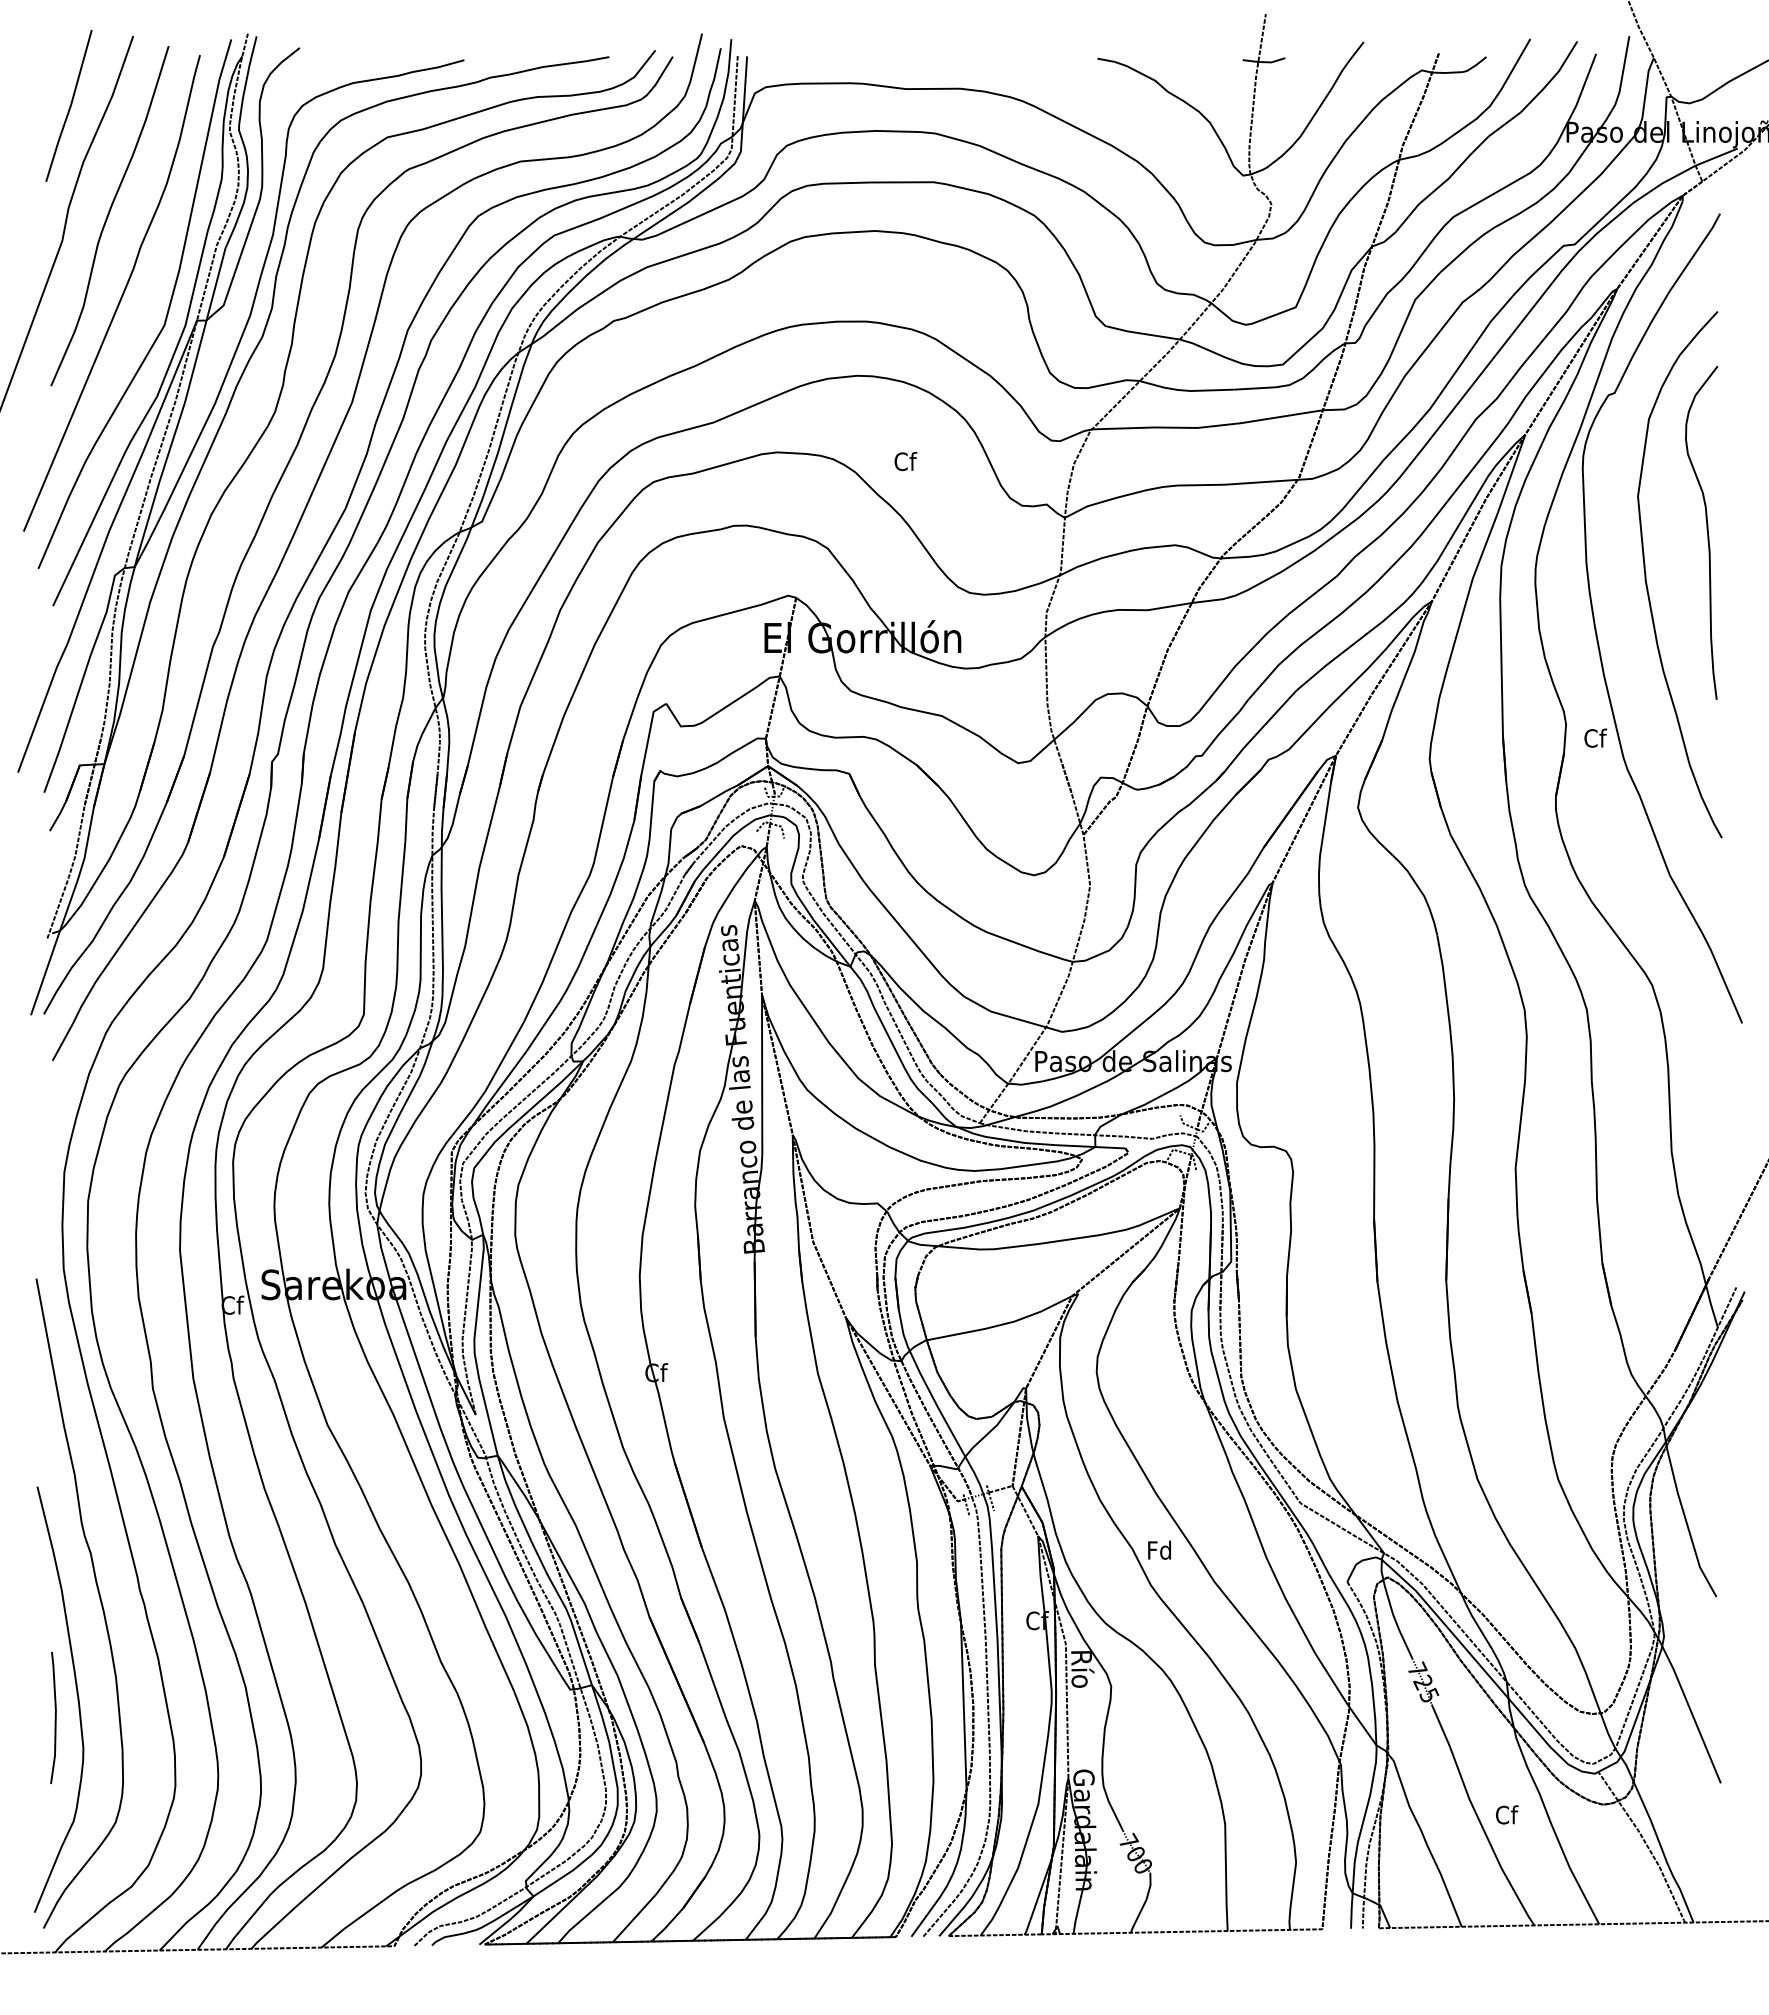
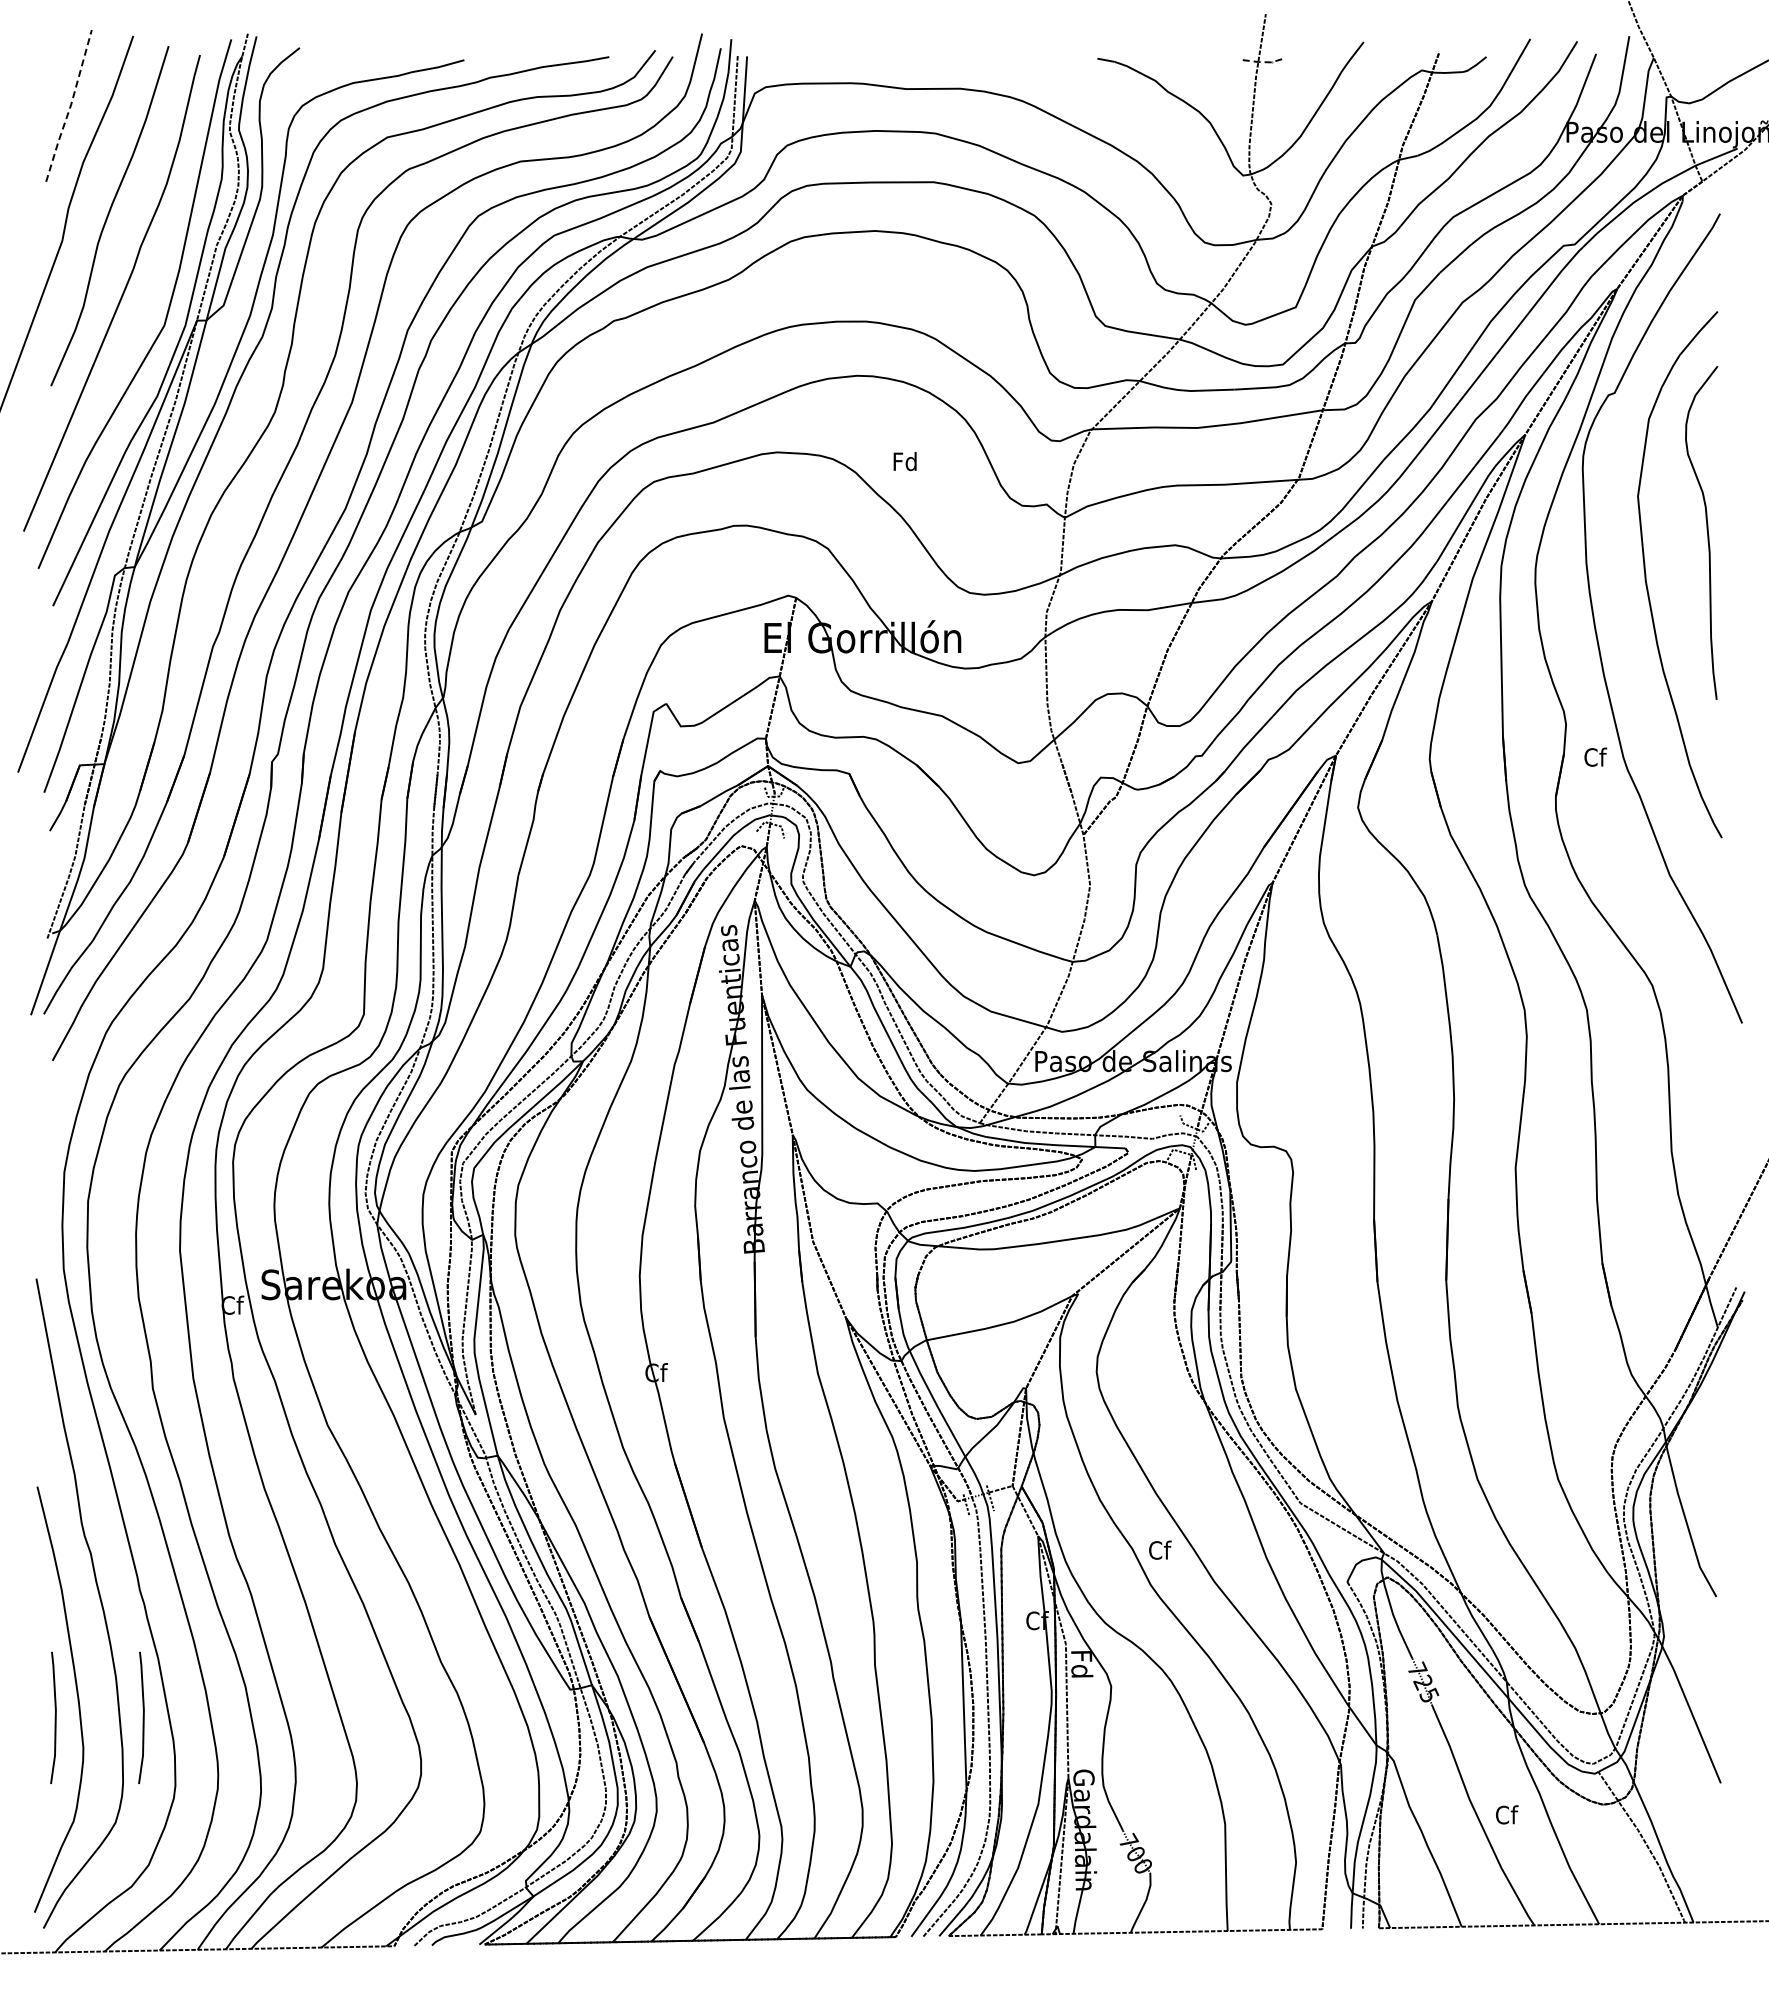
line at (1264, 62): solid -> dashed
line at (70, 106): solid -> dashed
text at (905, 461): Cf -> Fd
text at (1595, 737) position: (1595, 737) -> (1595, 756)
text at (1159, 1549): Fd -> Cf
text at (1082, 1670): Río -> Fd
line at (142, 1717): none -> present
